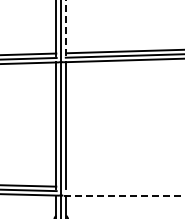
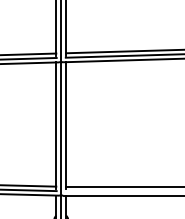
line at (66, 27): dashed -> solid
line at (123, 186): none -> present
line at (124, 195): dashed -> solid
